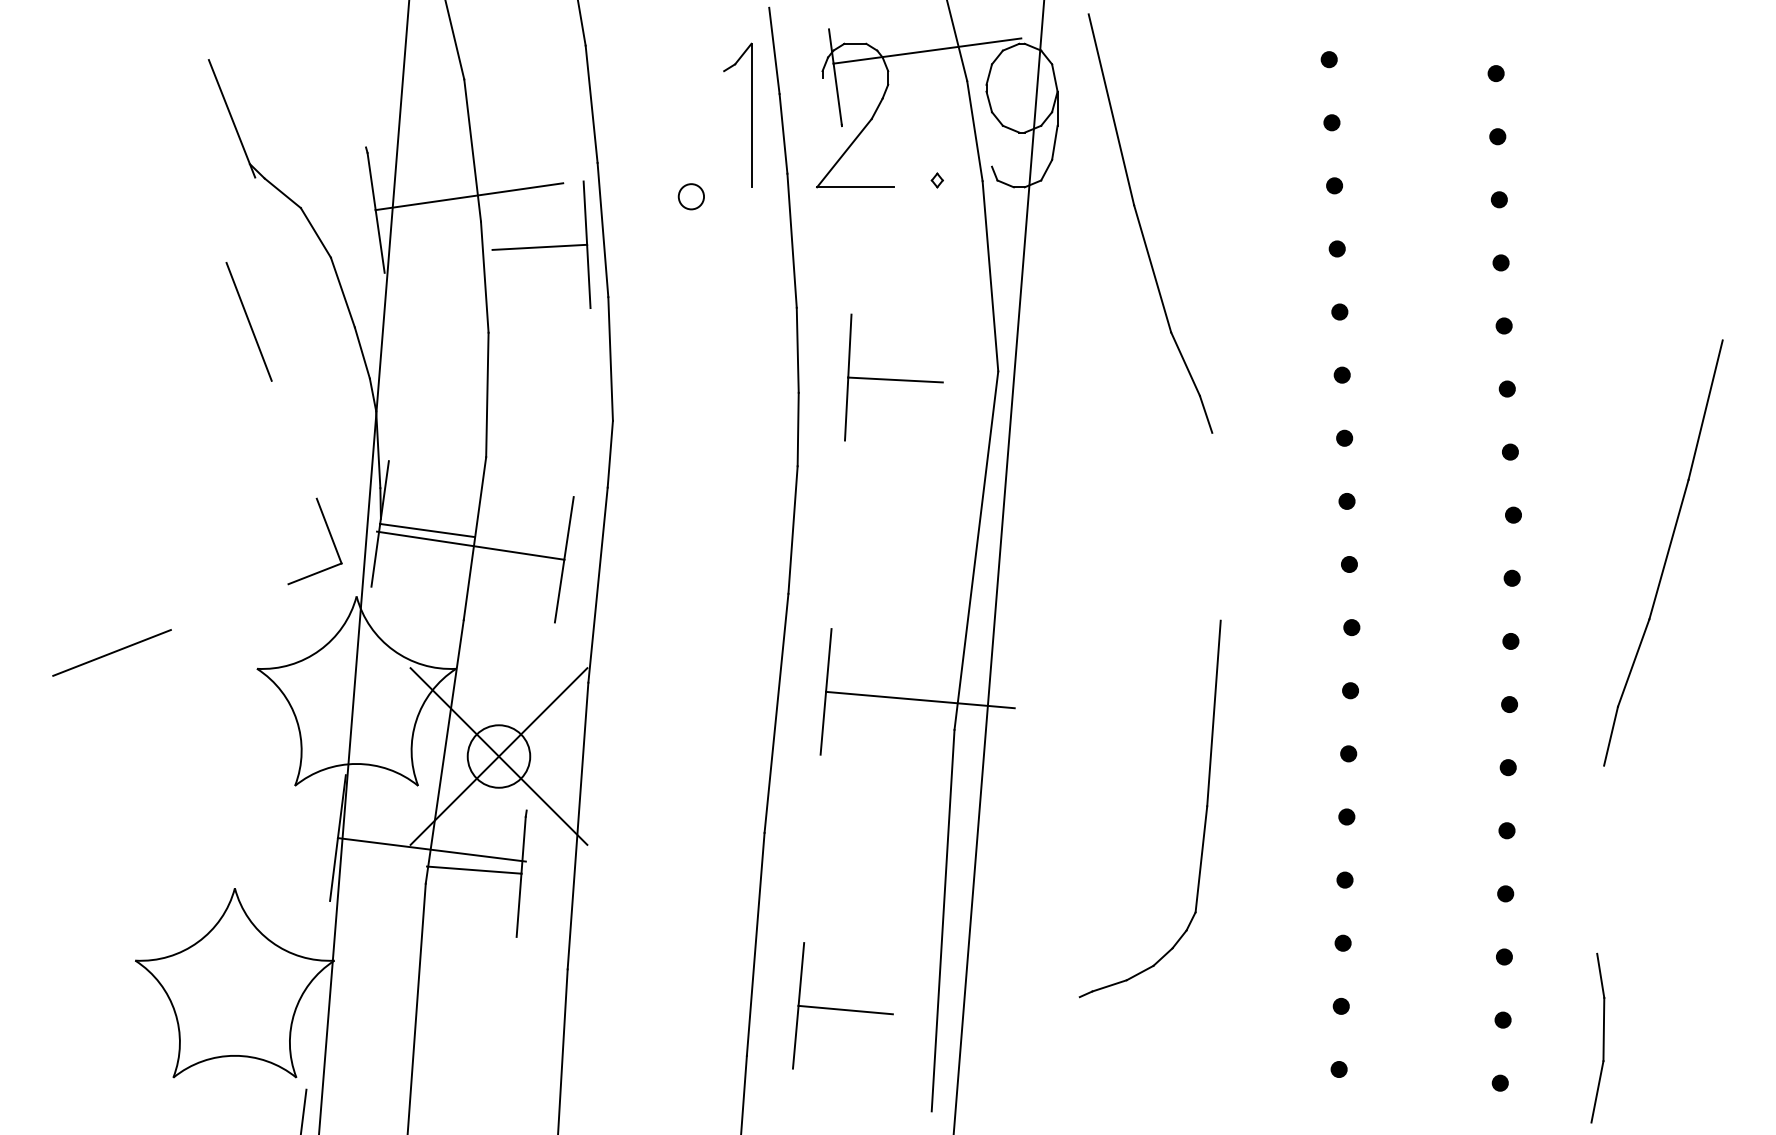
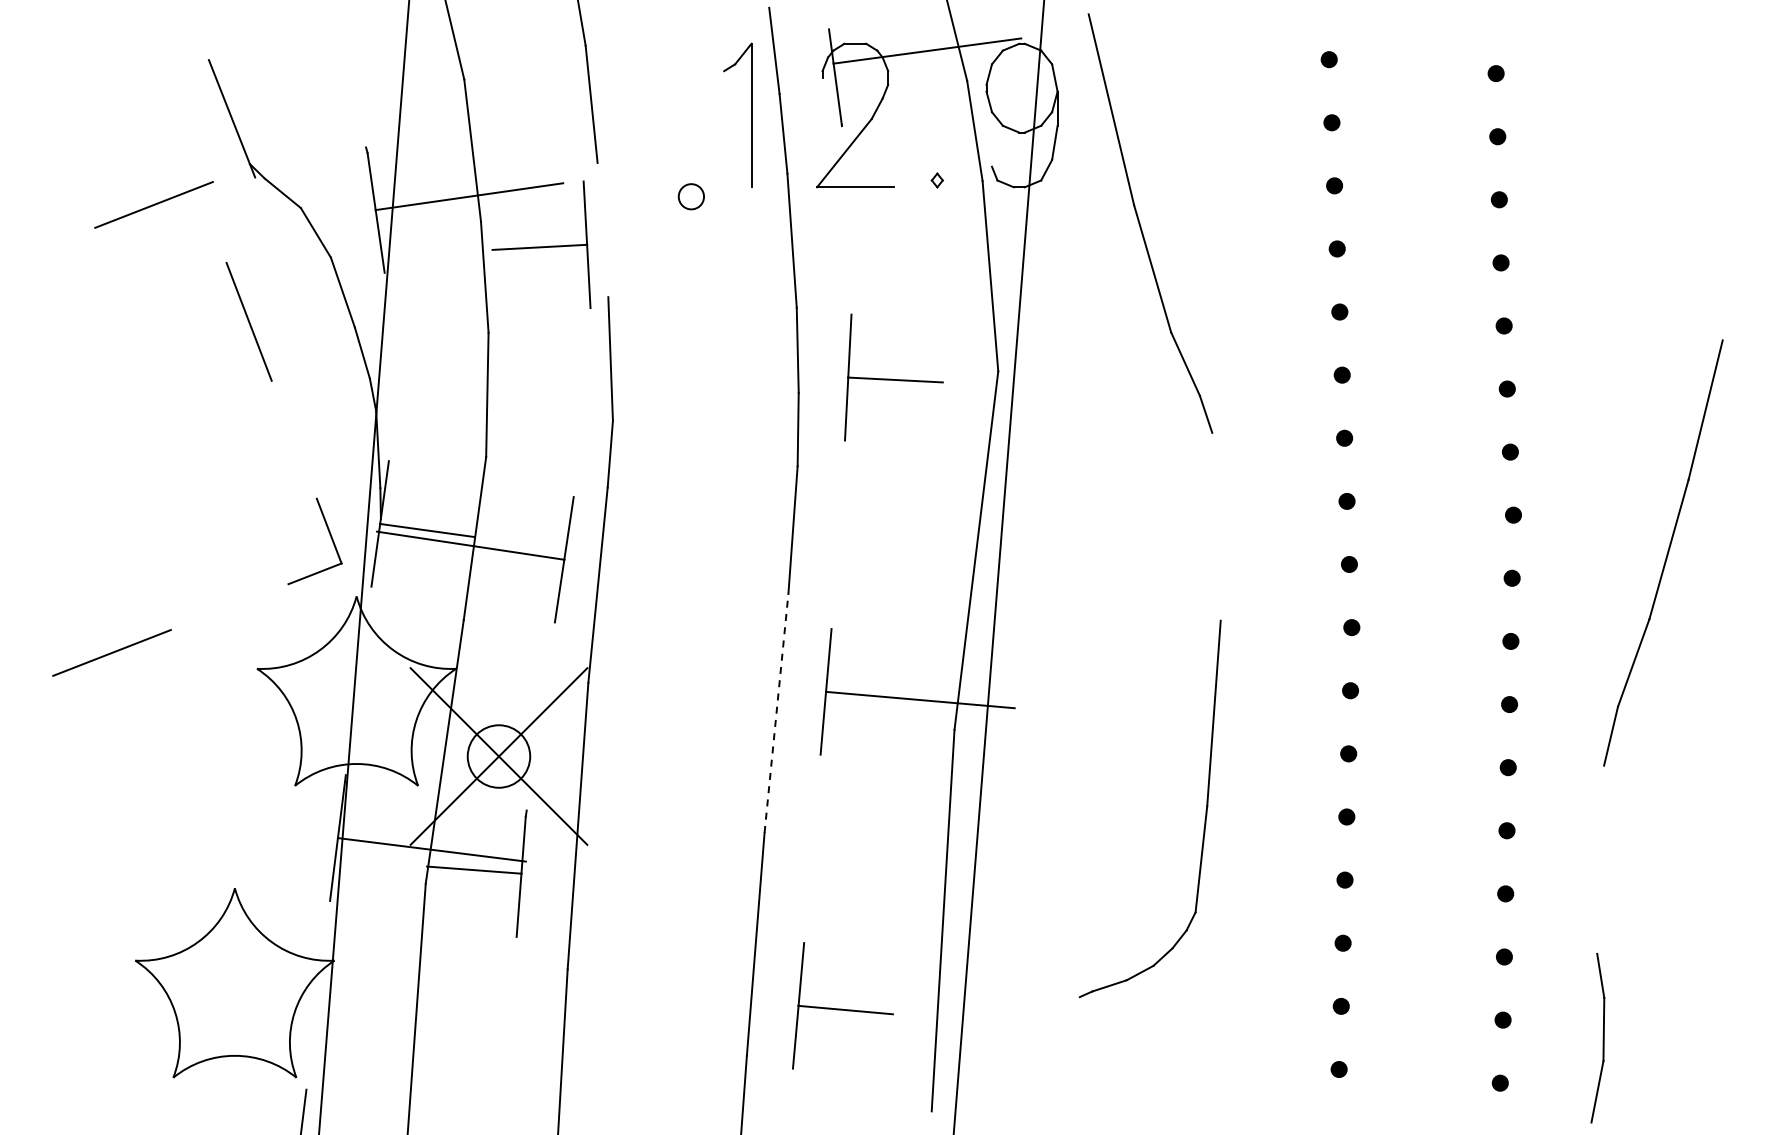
line at (153, 204): none -> present
line at (602, 229): present -> none
line at (776, 712): solid -> dashed
